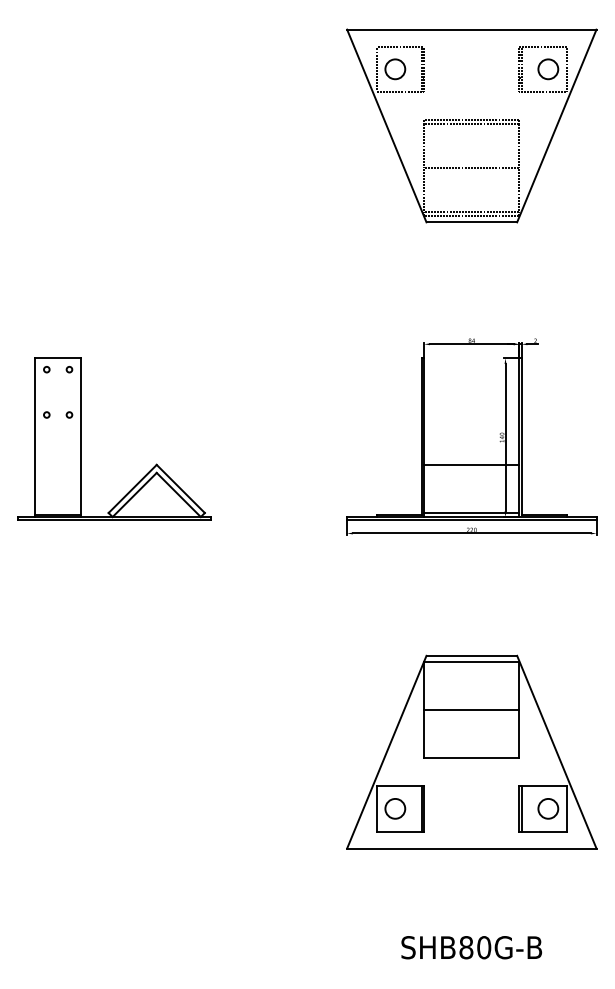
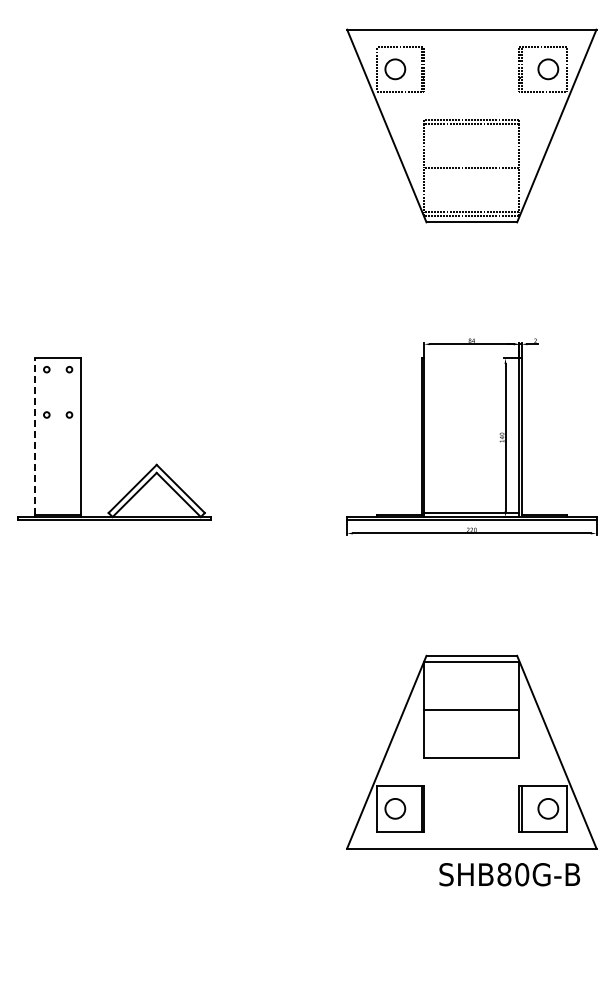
line at (35, 436): solid -> dashed
line at (471, 464): present -> none
text at (471, 947) position: (471, 947) -> (509, 874)
